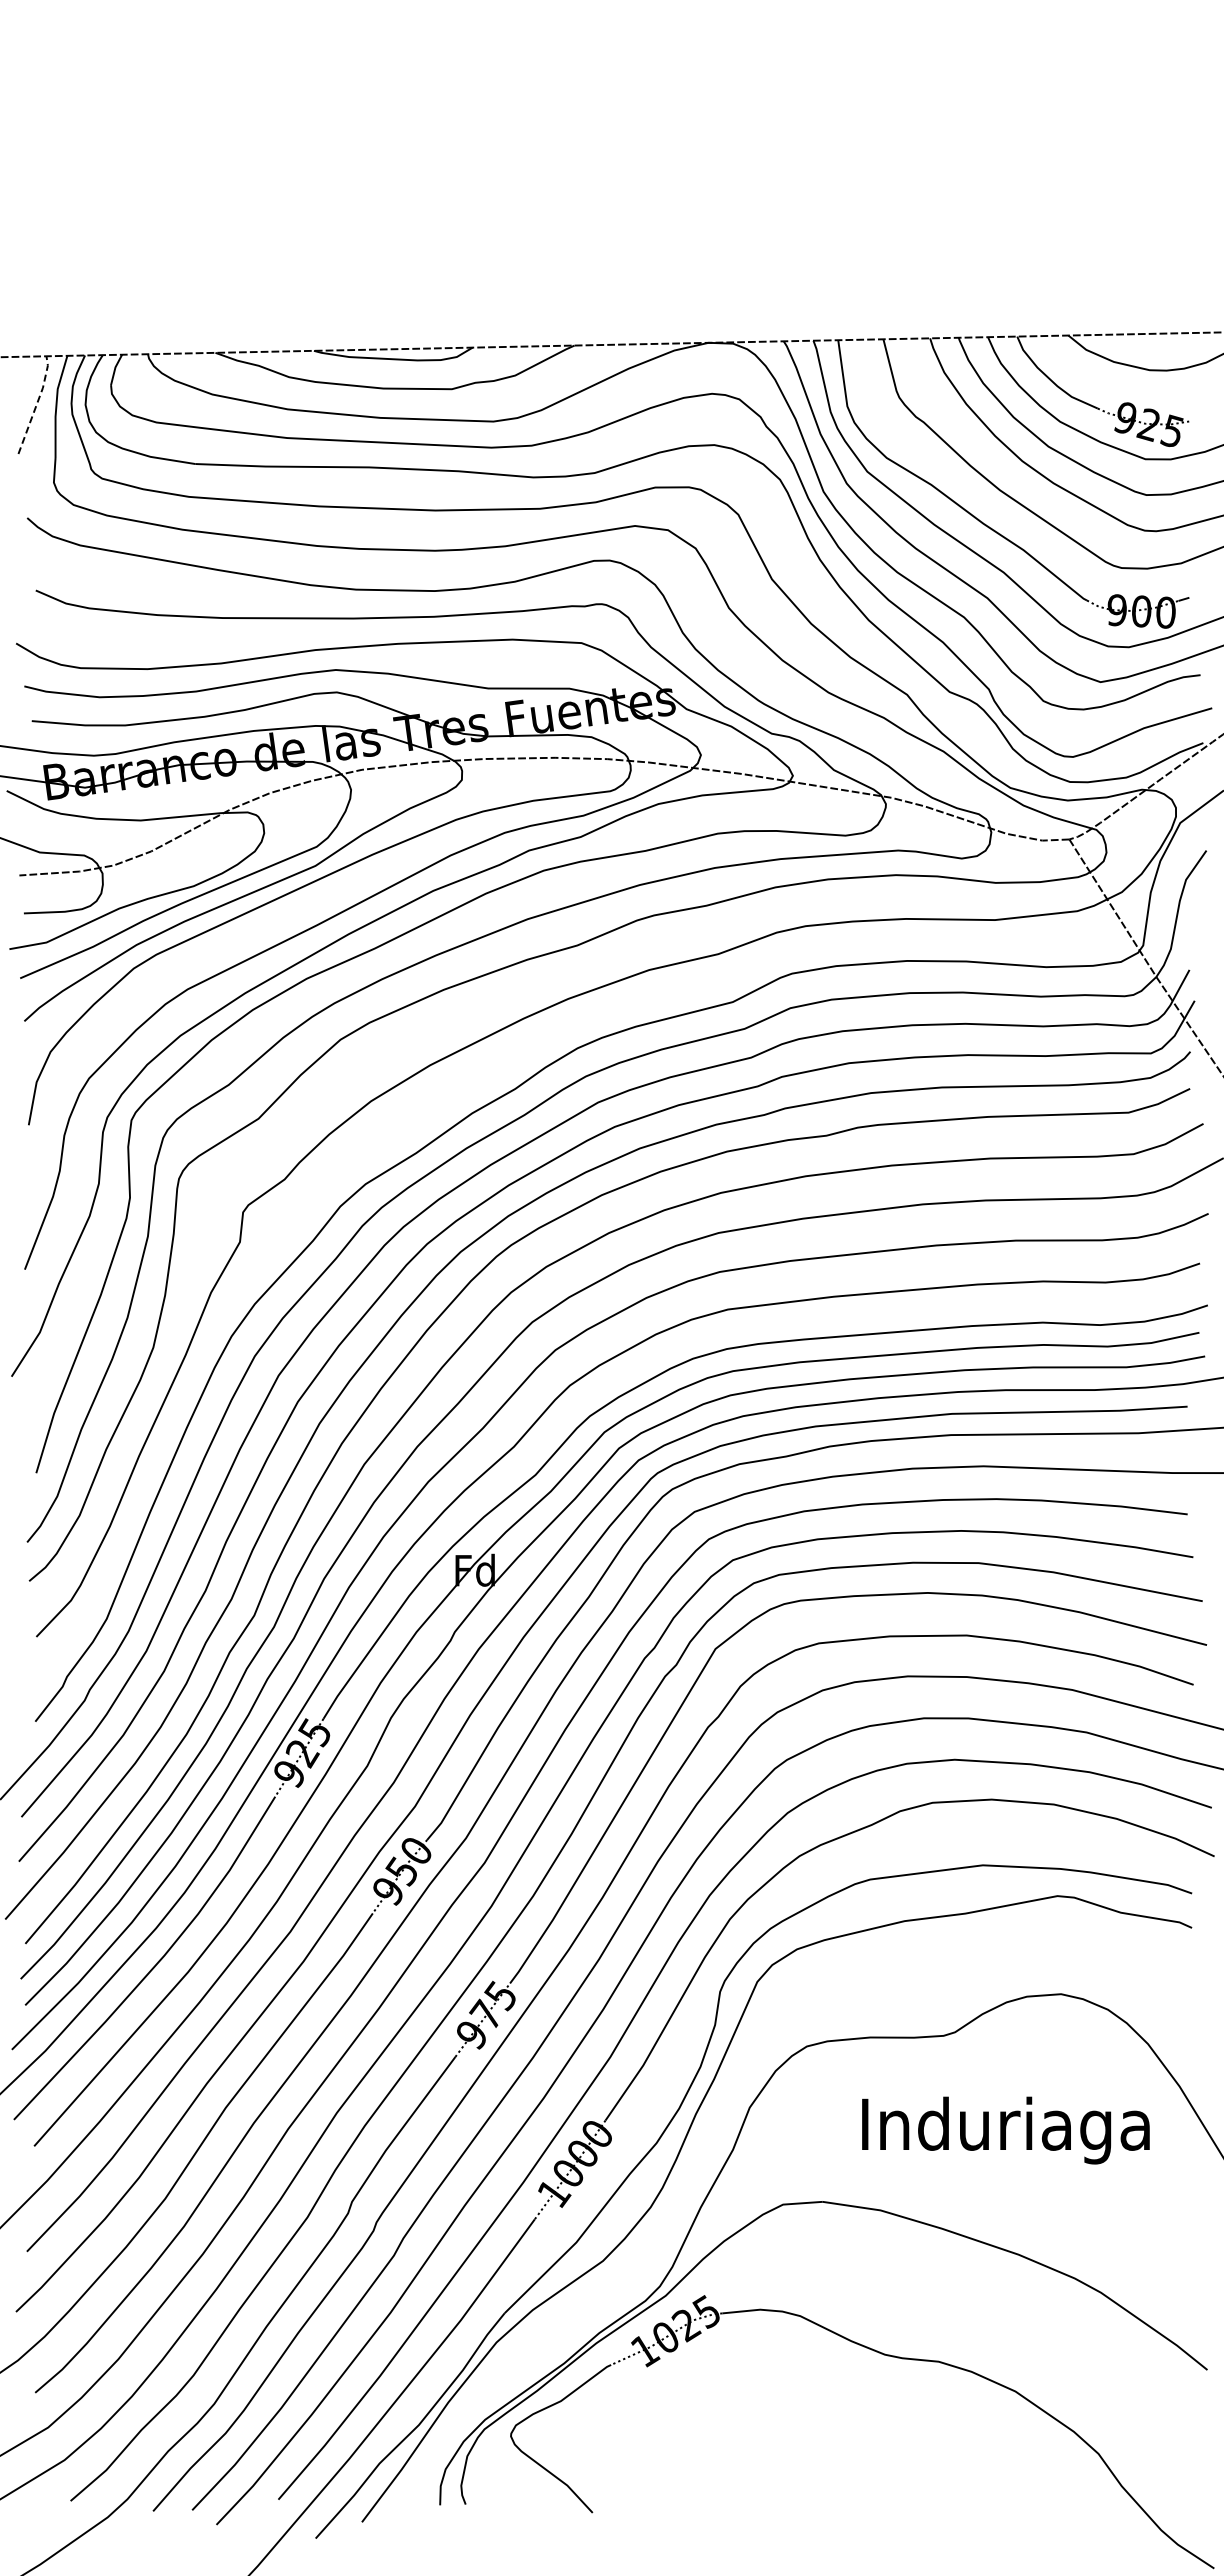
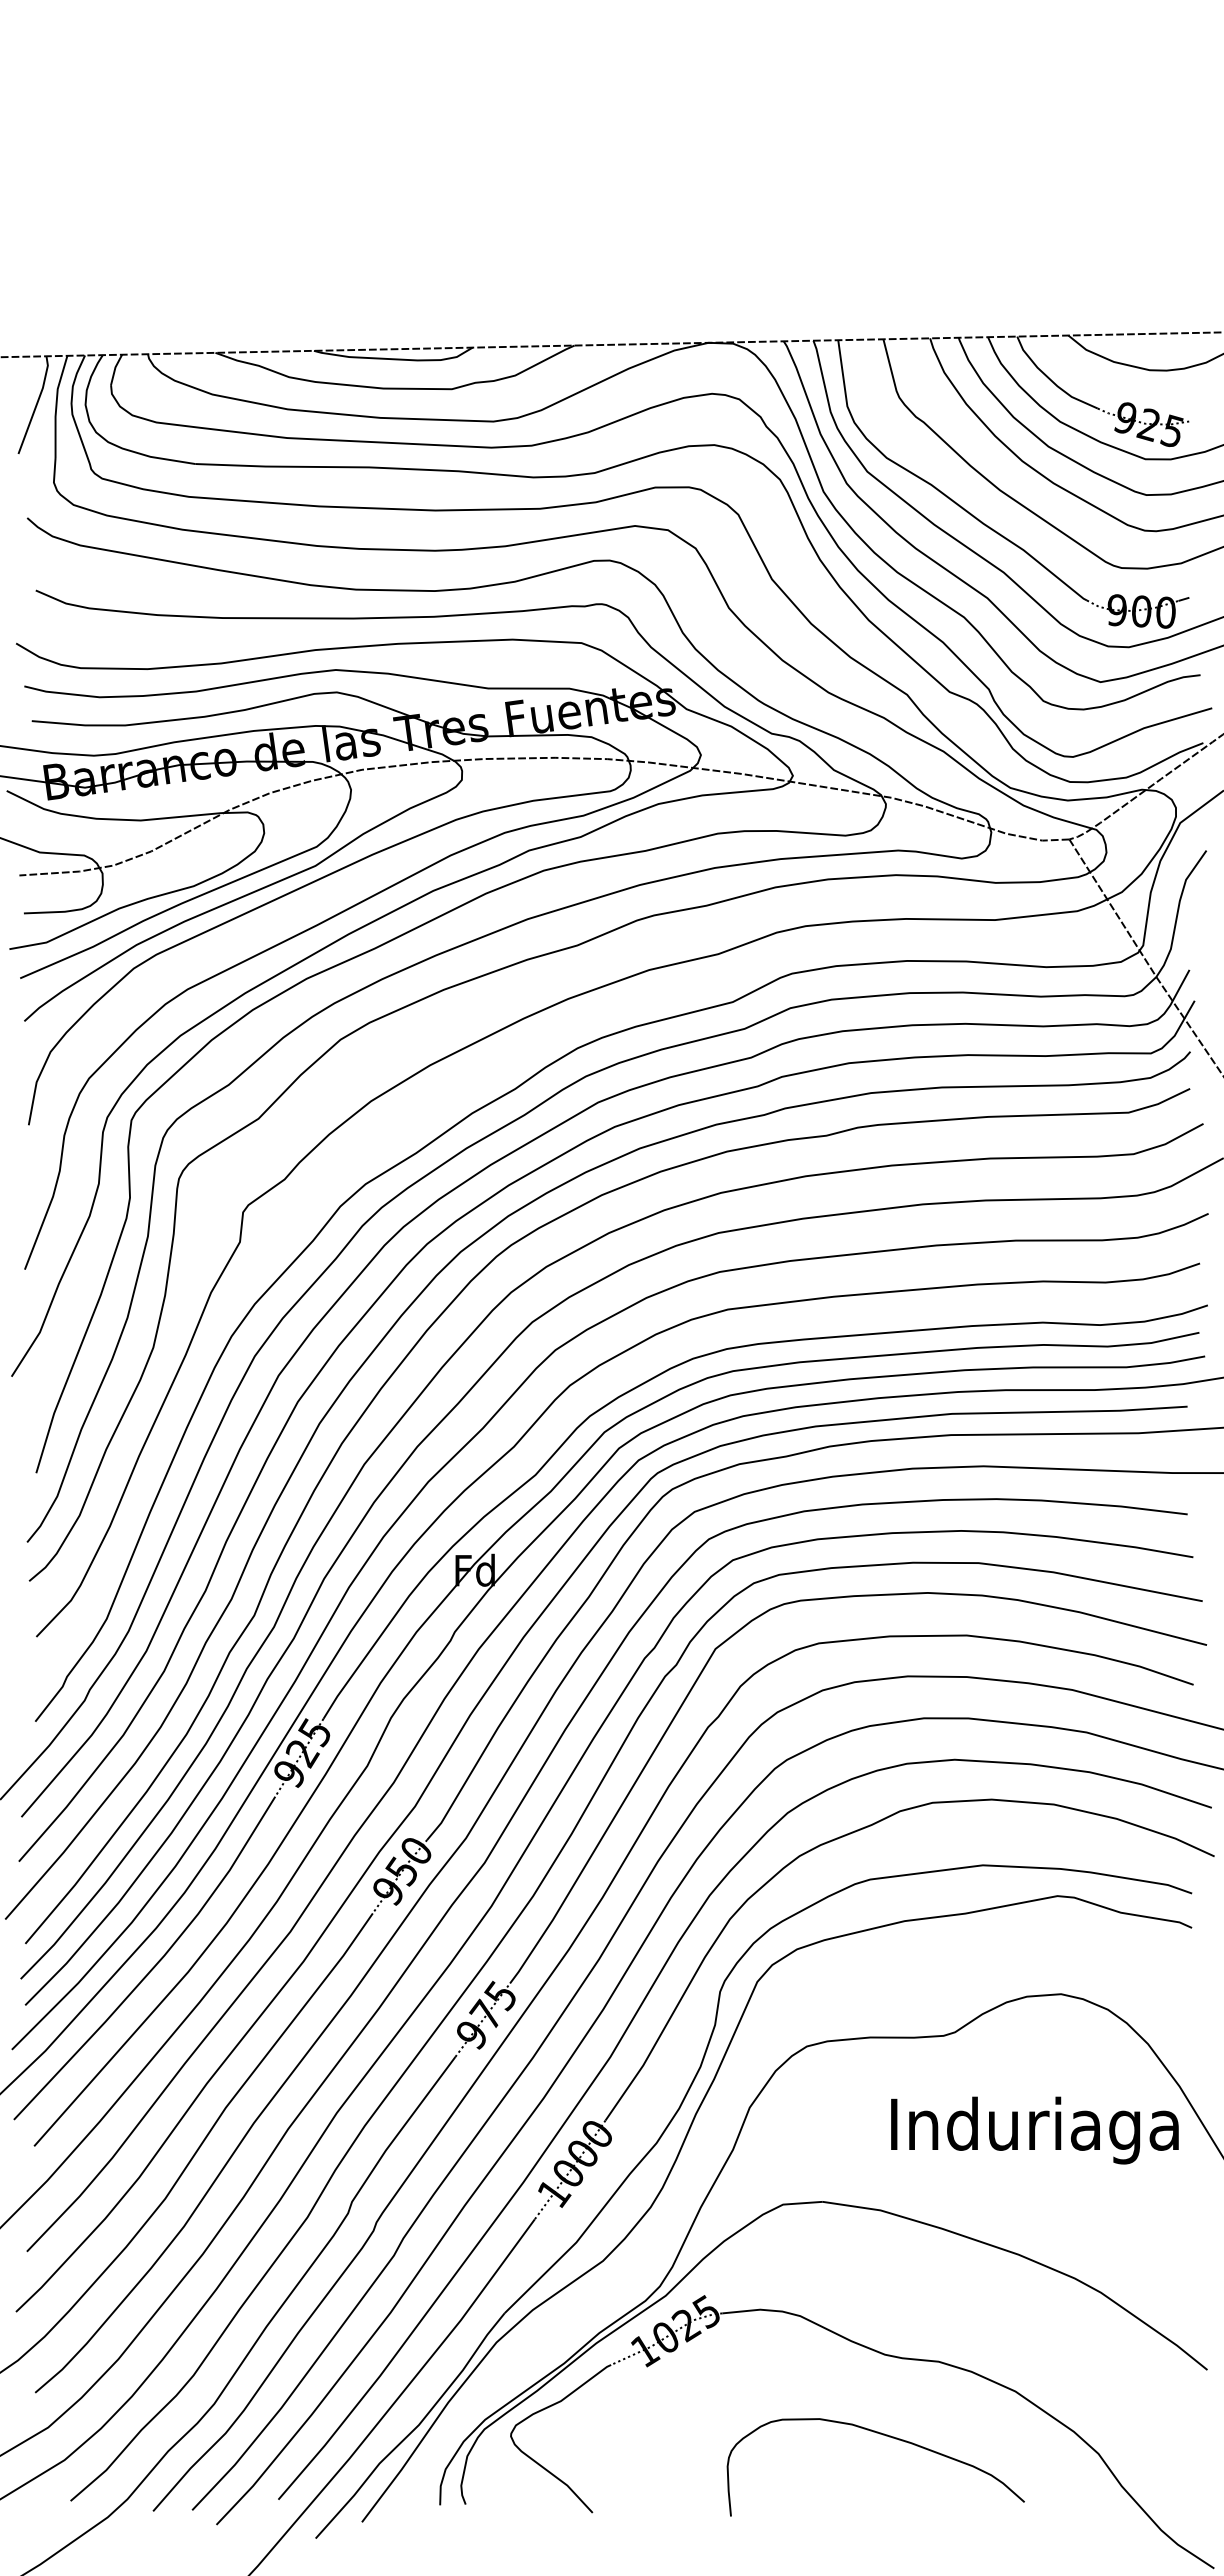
line at (36, 404): dashed -> solid
text at (1005, 2130) position: (1005, 2130) -> (1034, 2130)
curve at (886, 2436): none -> present
